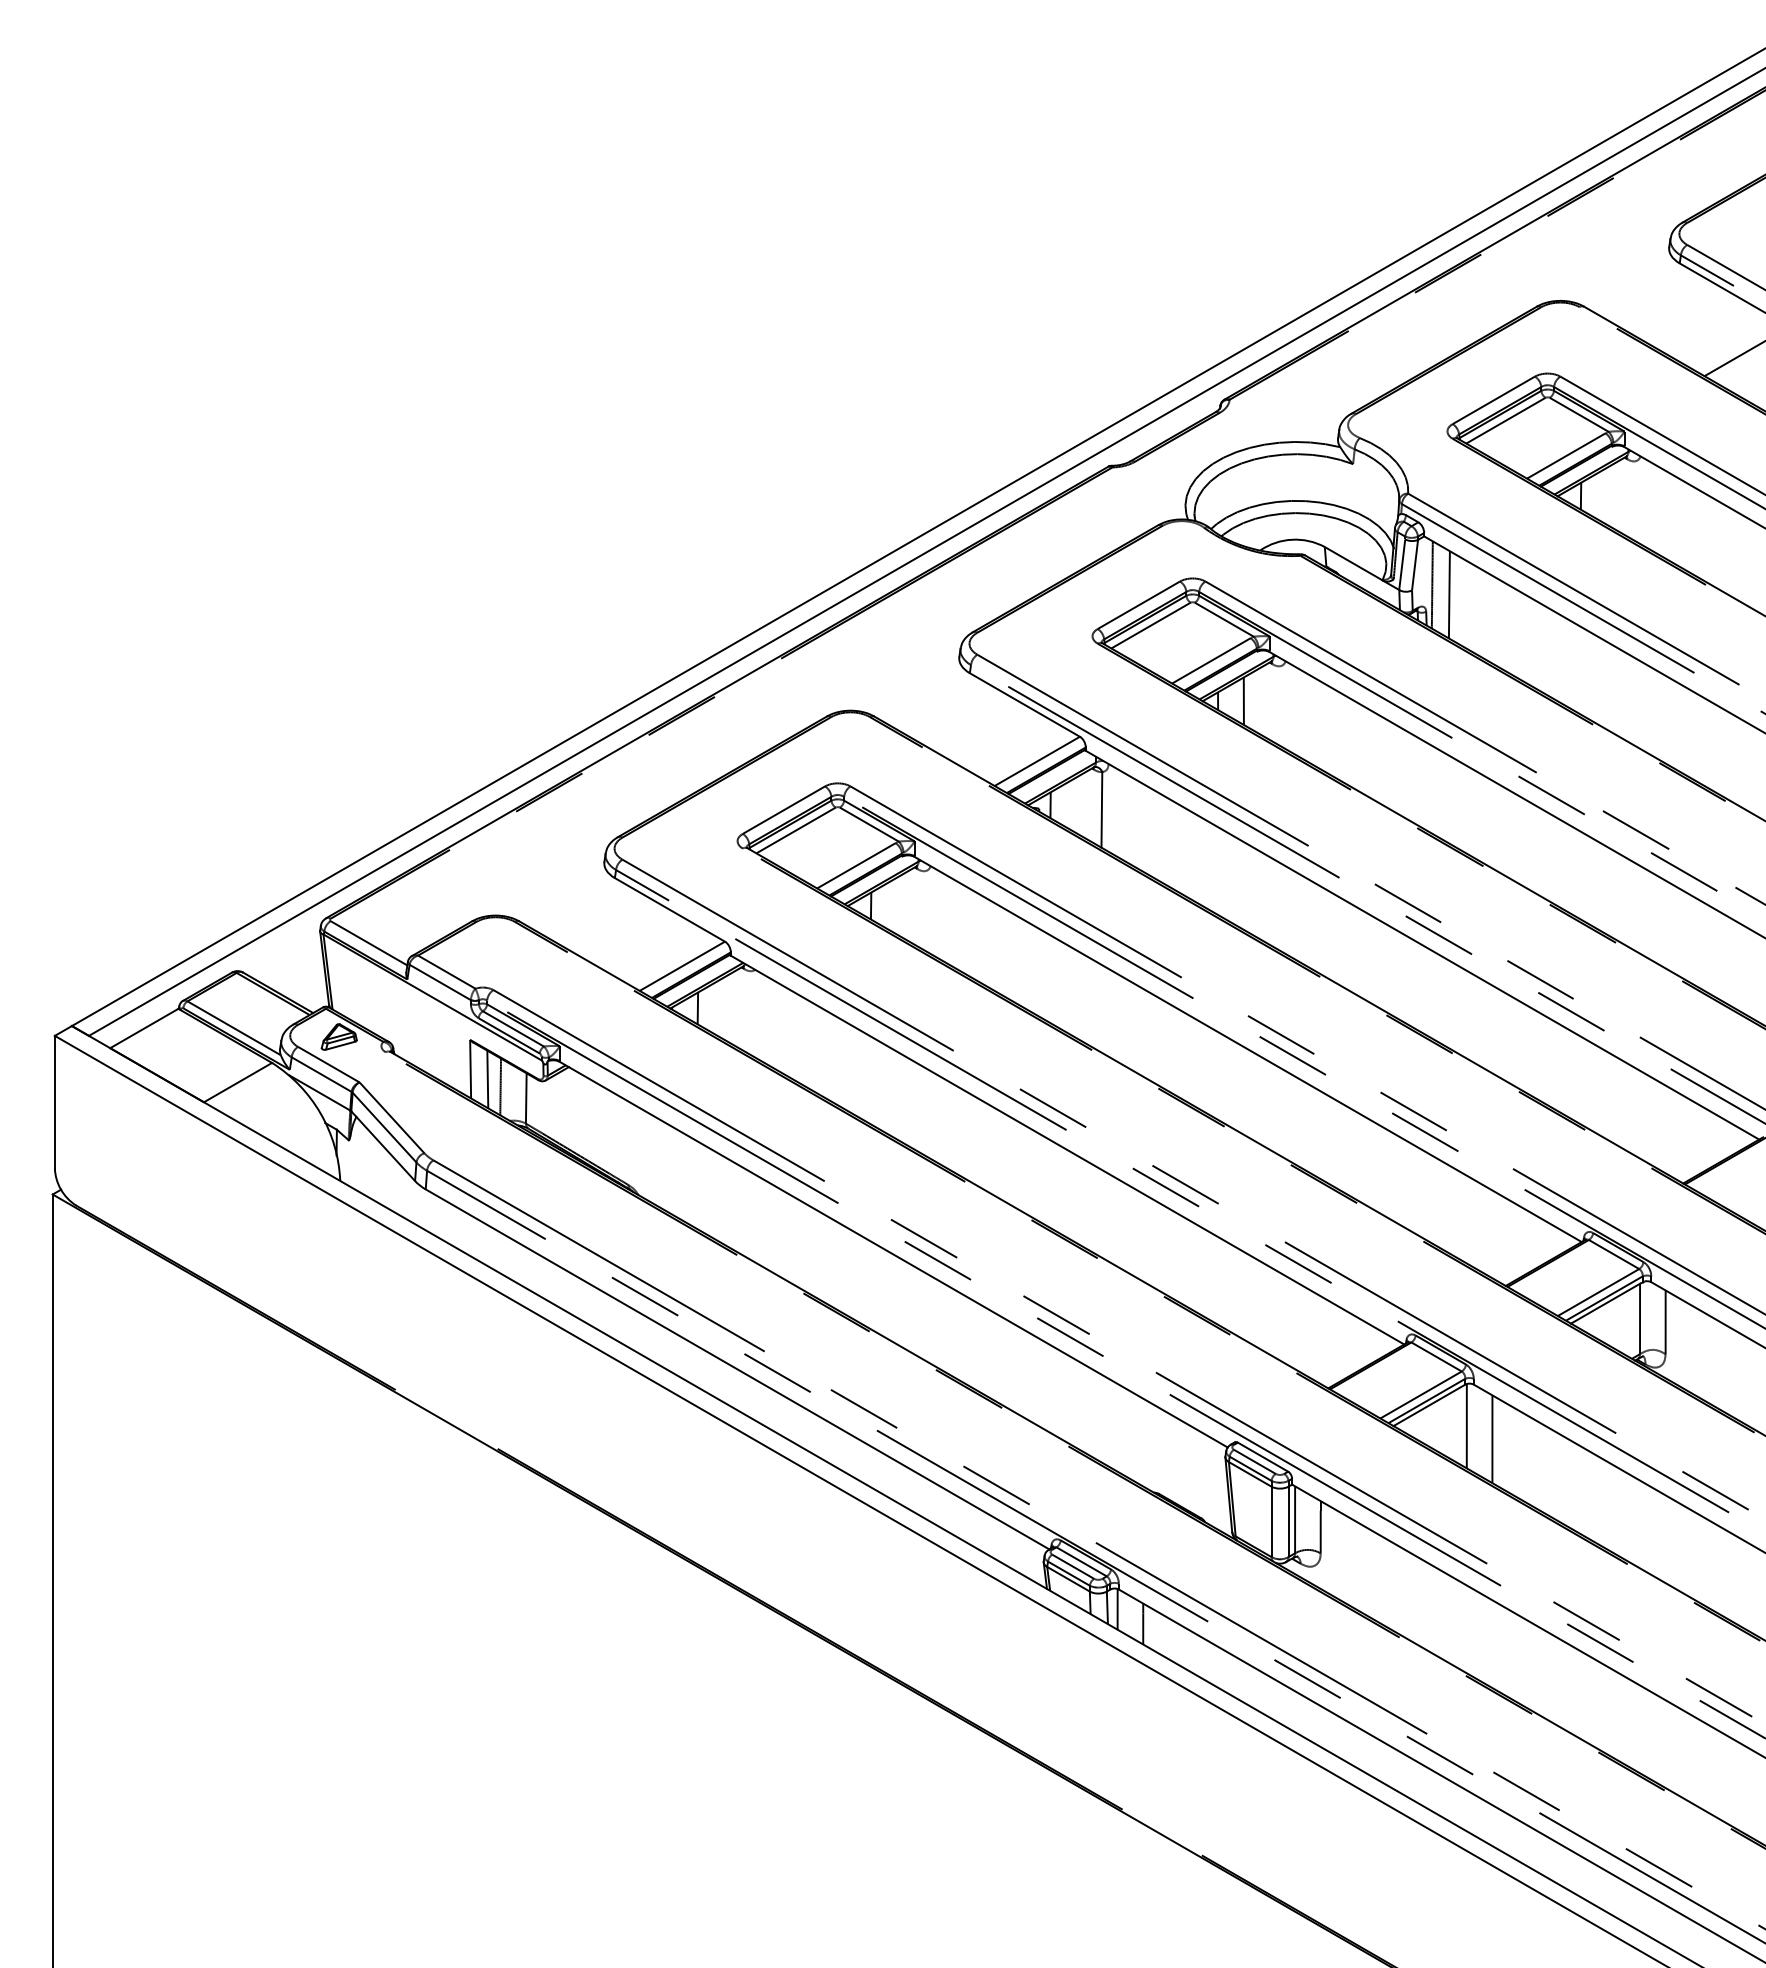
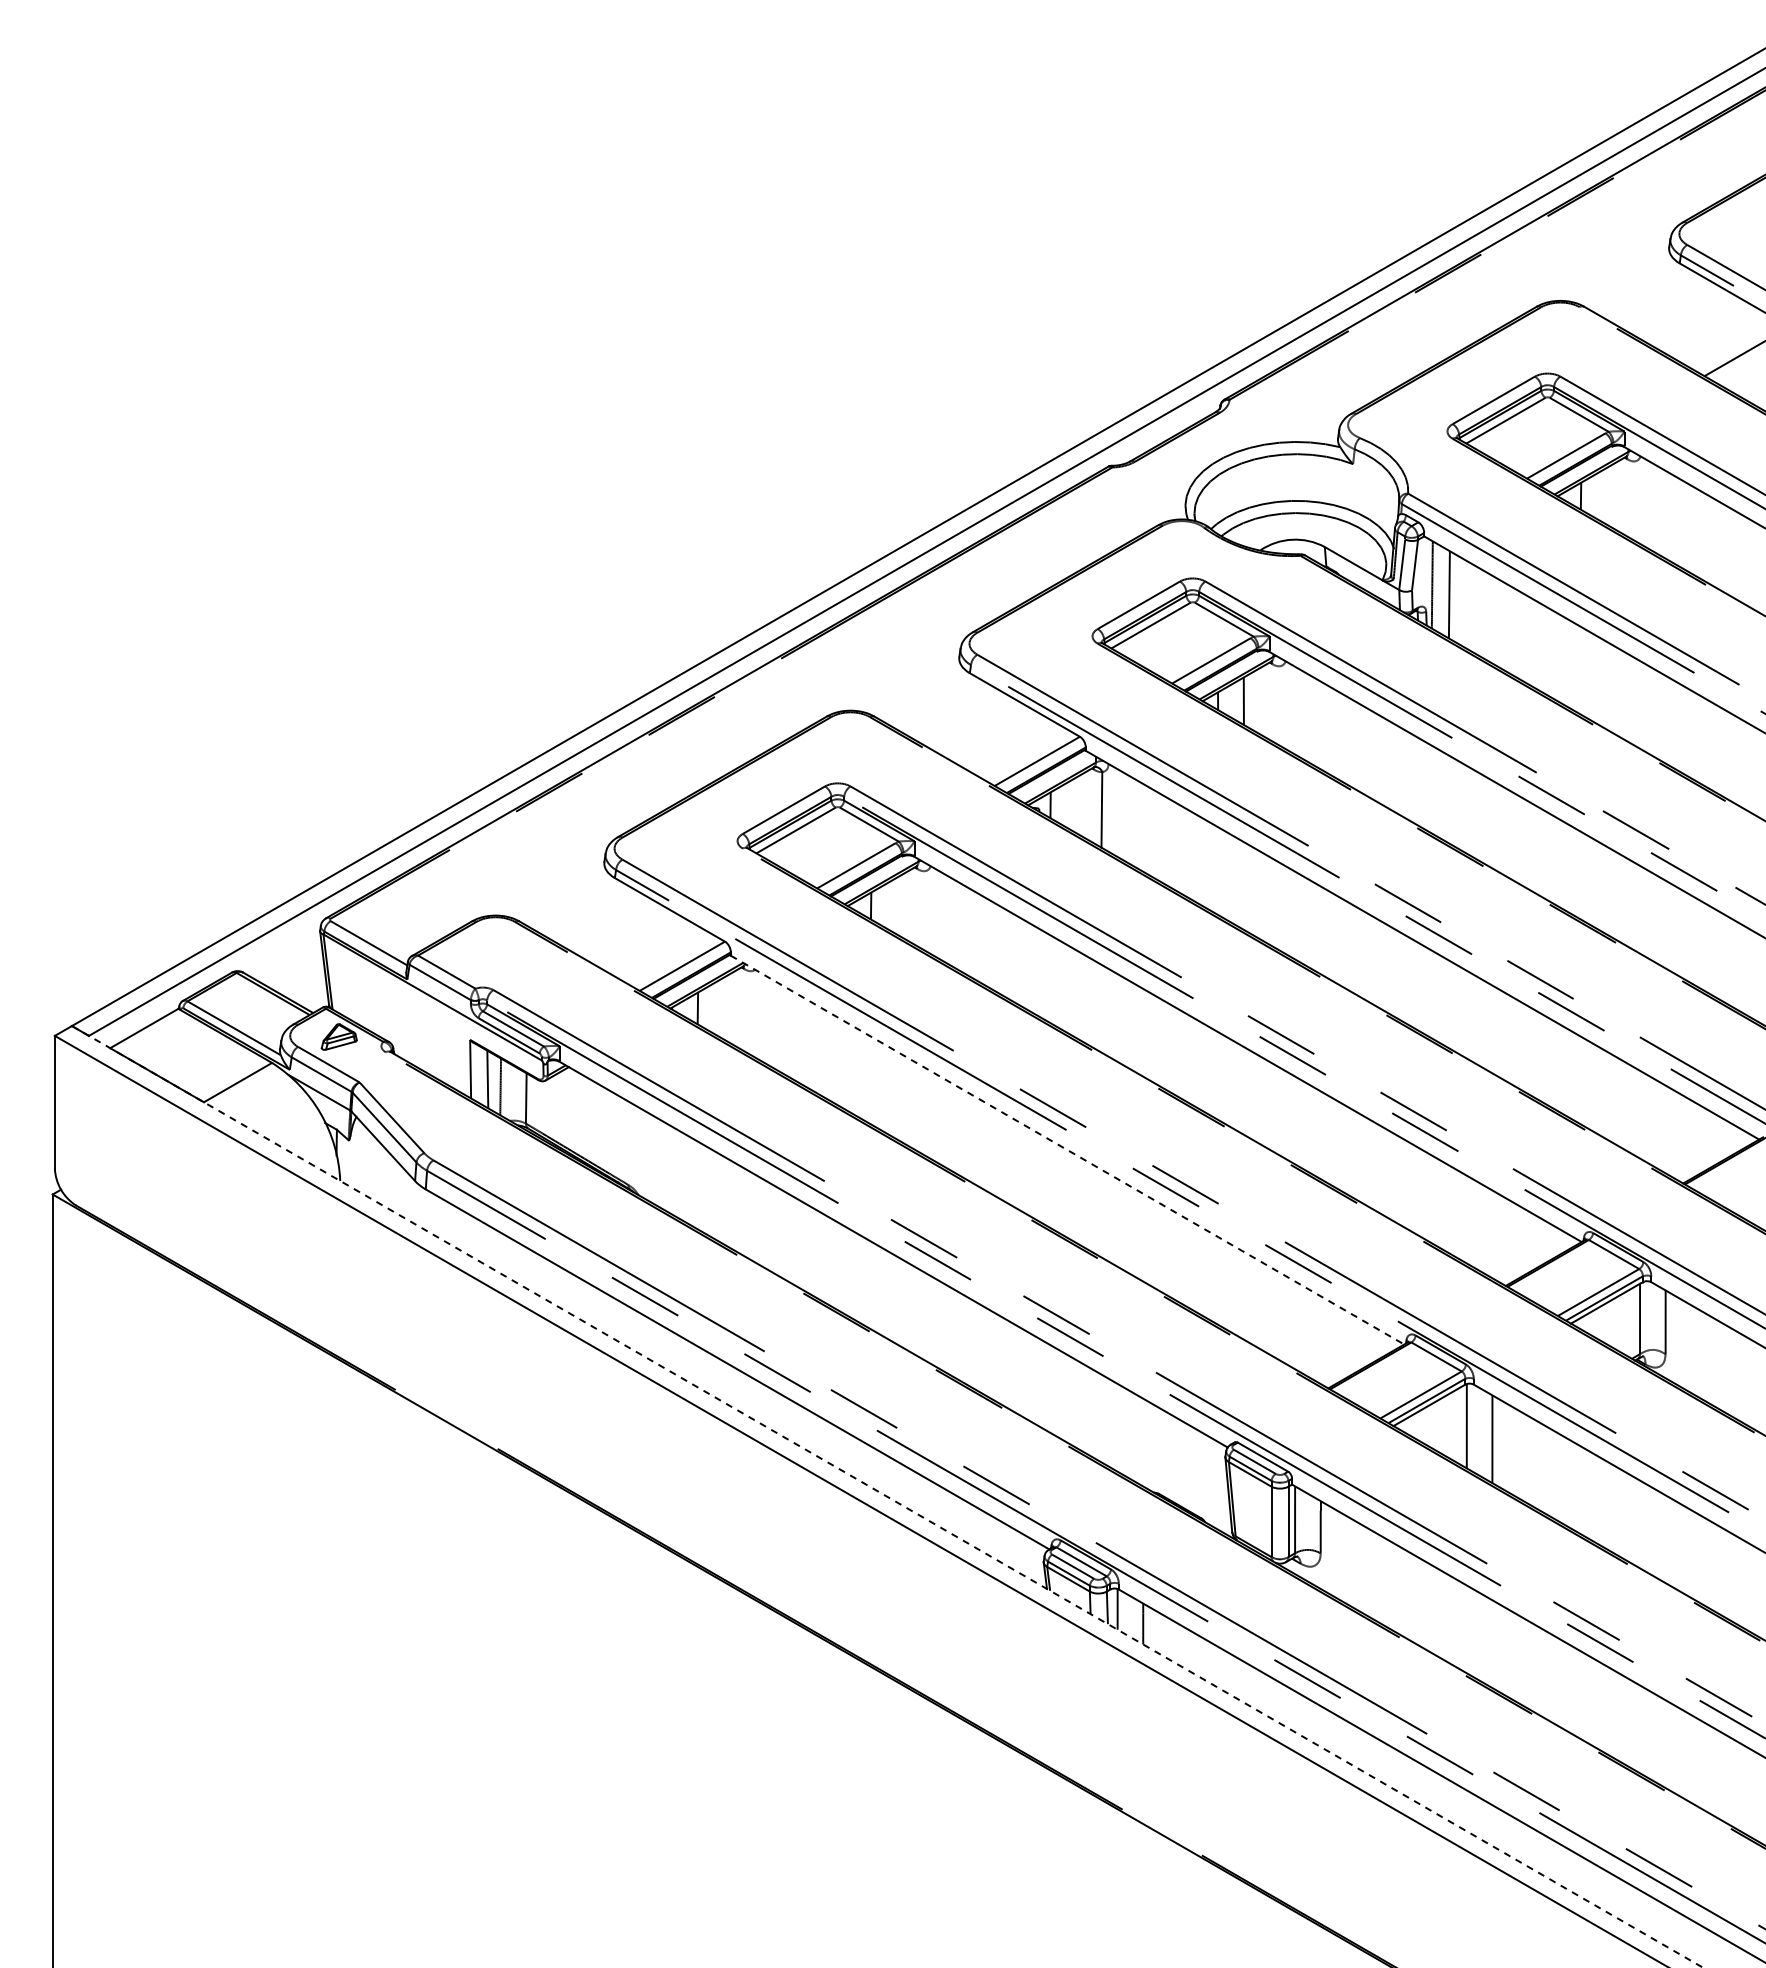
line at (1067, 1150): solid -> dashed
line at (887, 1496): solid -> dashed
